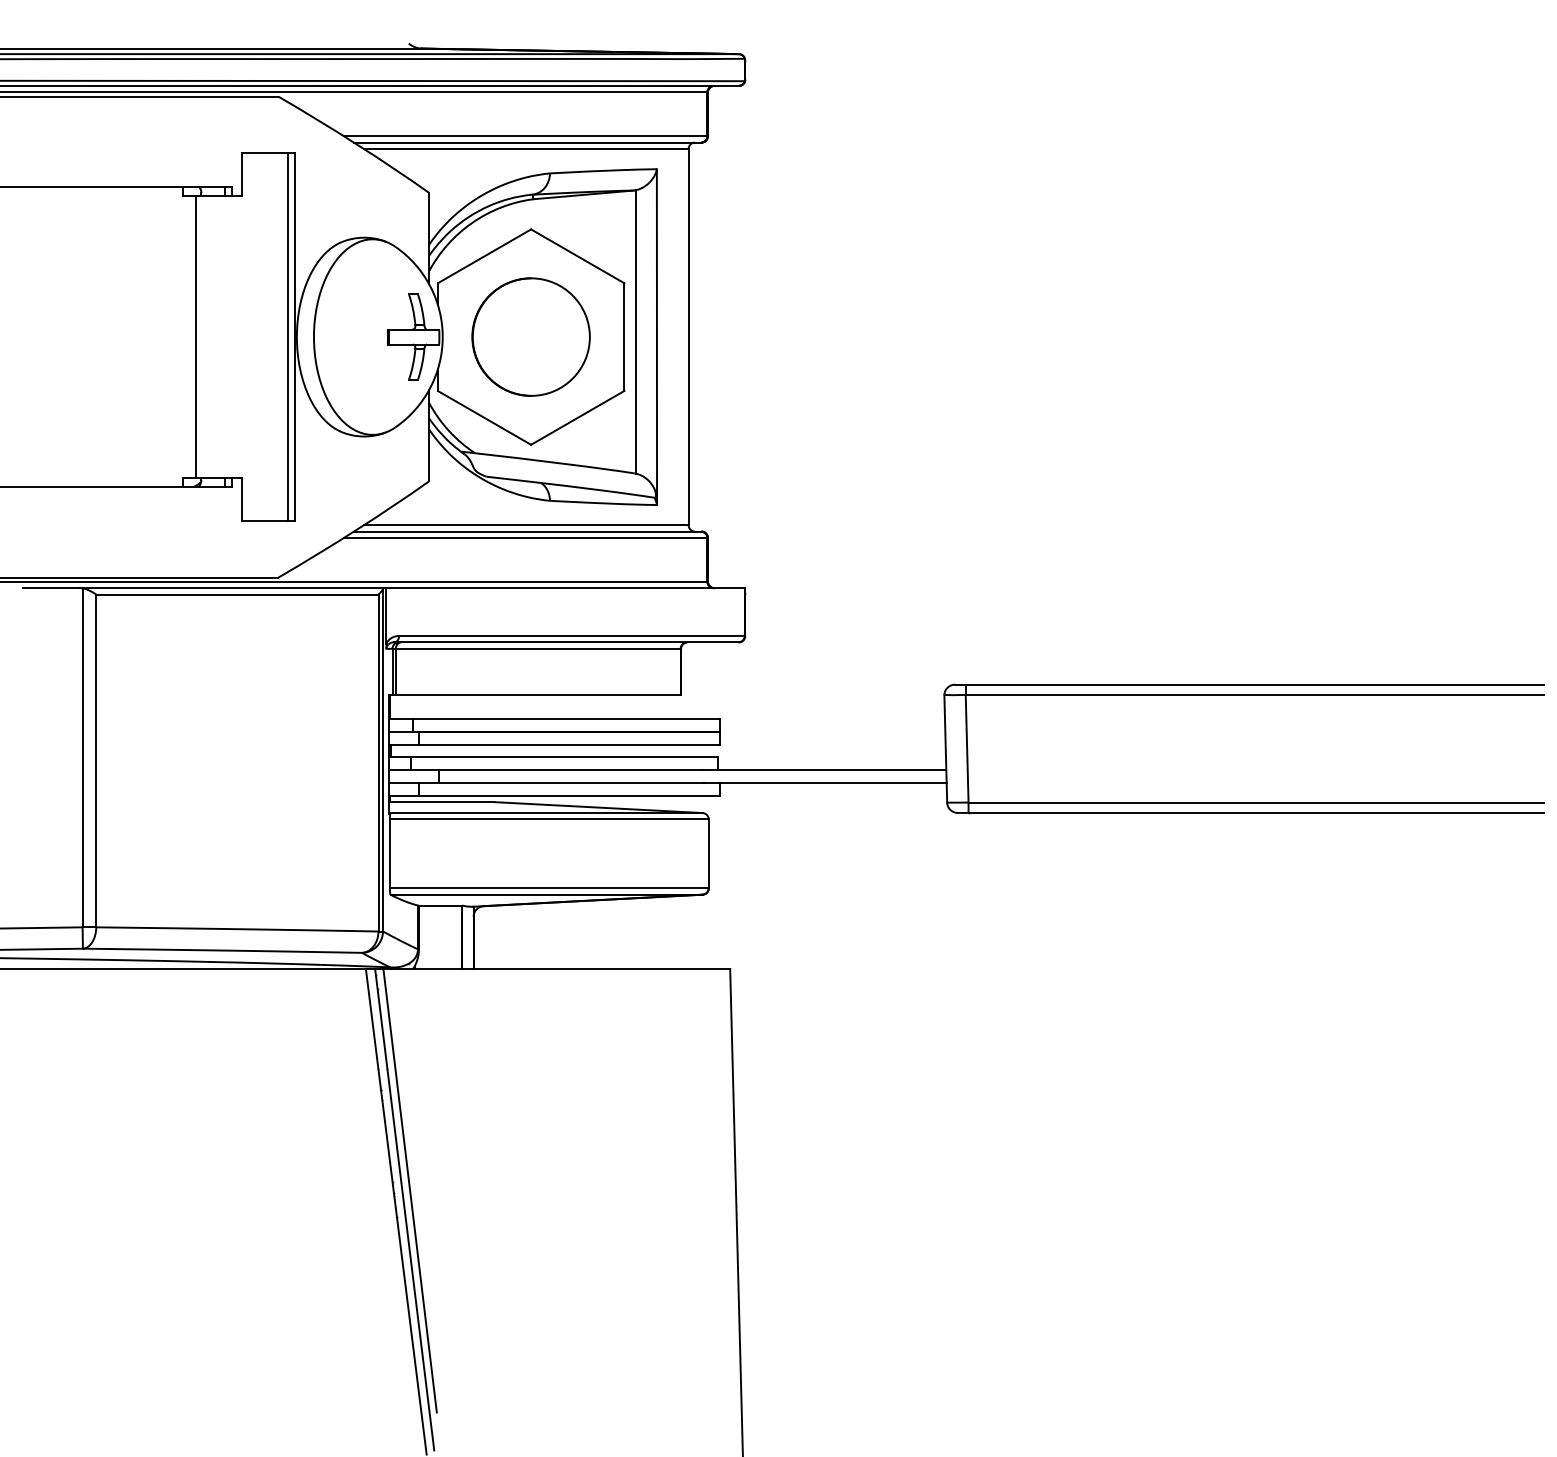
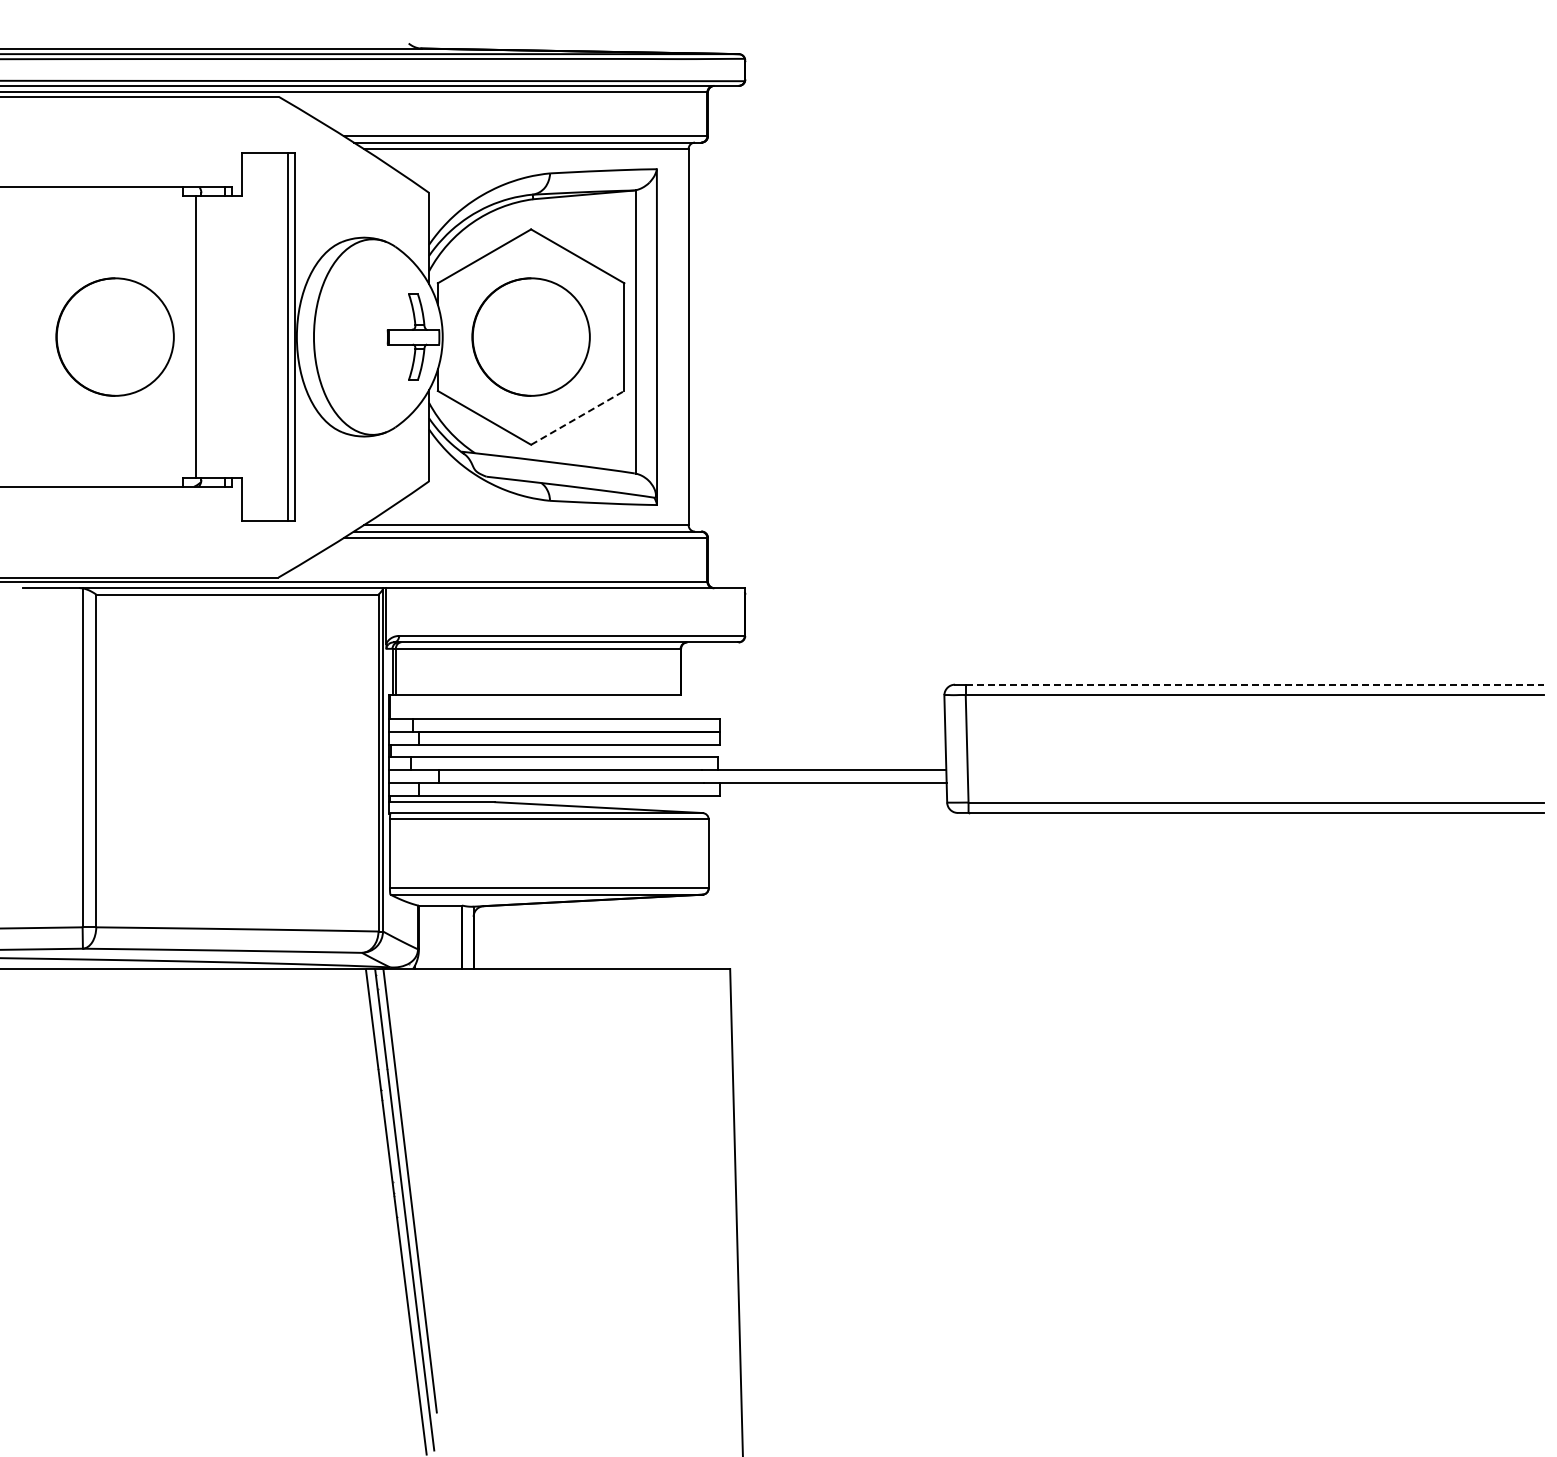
circle at (114, 336): none -> present
line at (577, 417): solid -> dashed
line at (1255, 684): solid -> dashed
